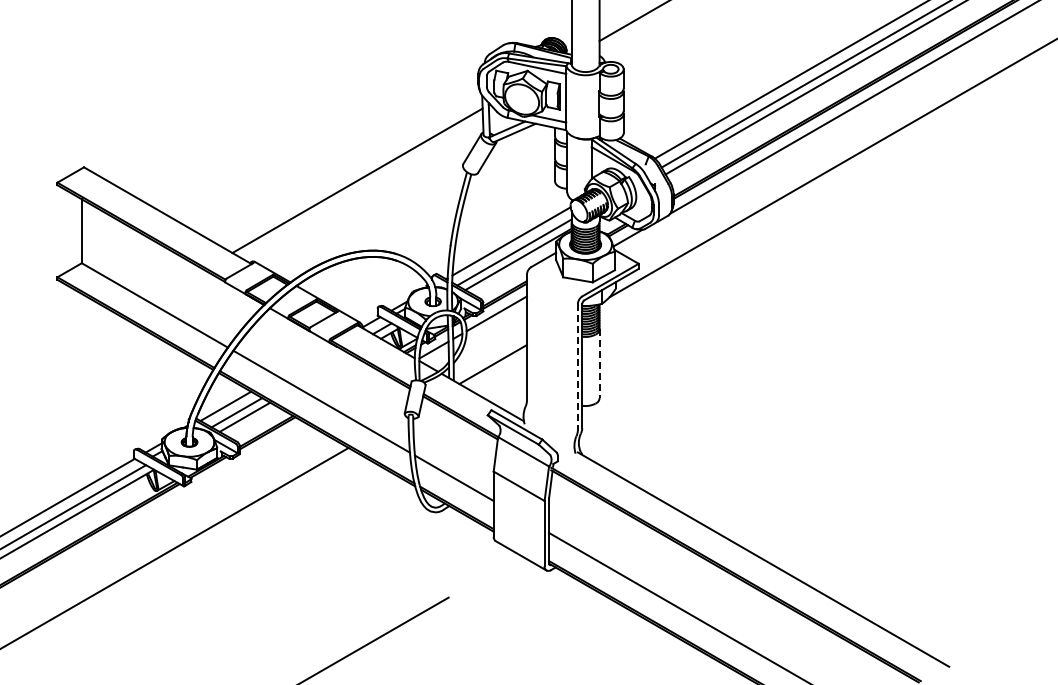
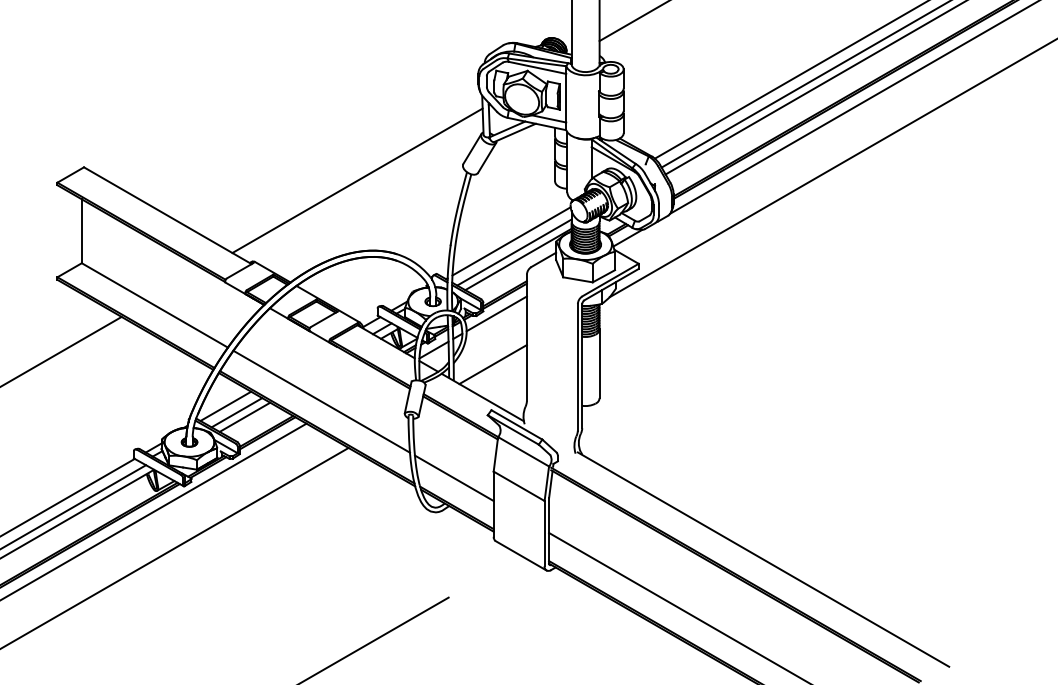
line at (61, 350): none -> present
line at (599, 363): dashed -> solid
line at (577, 367): dashed -> solid
line at (154, 511): none -> present
